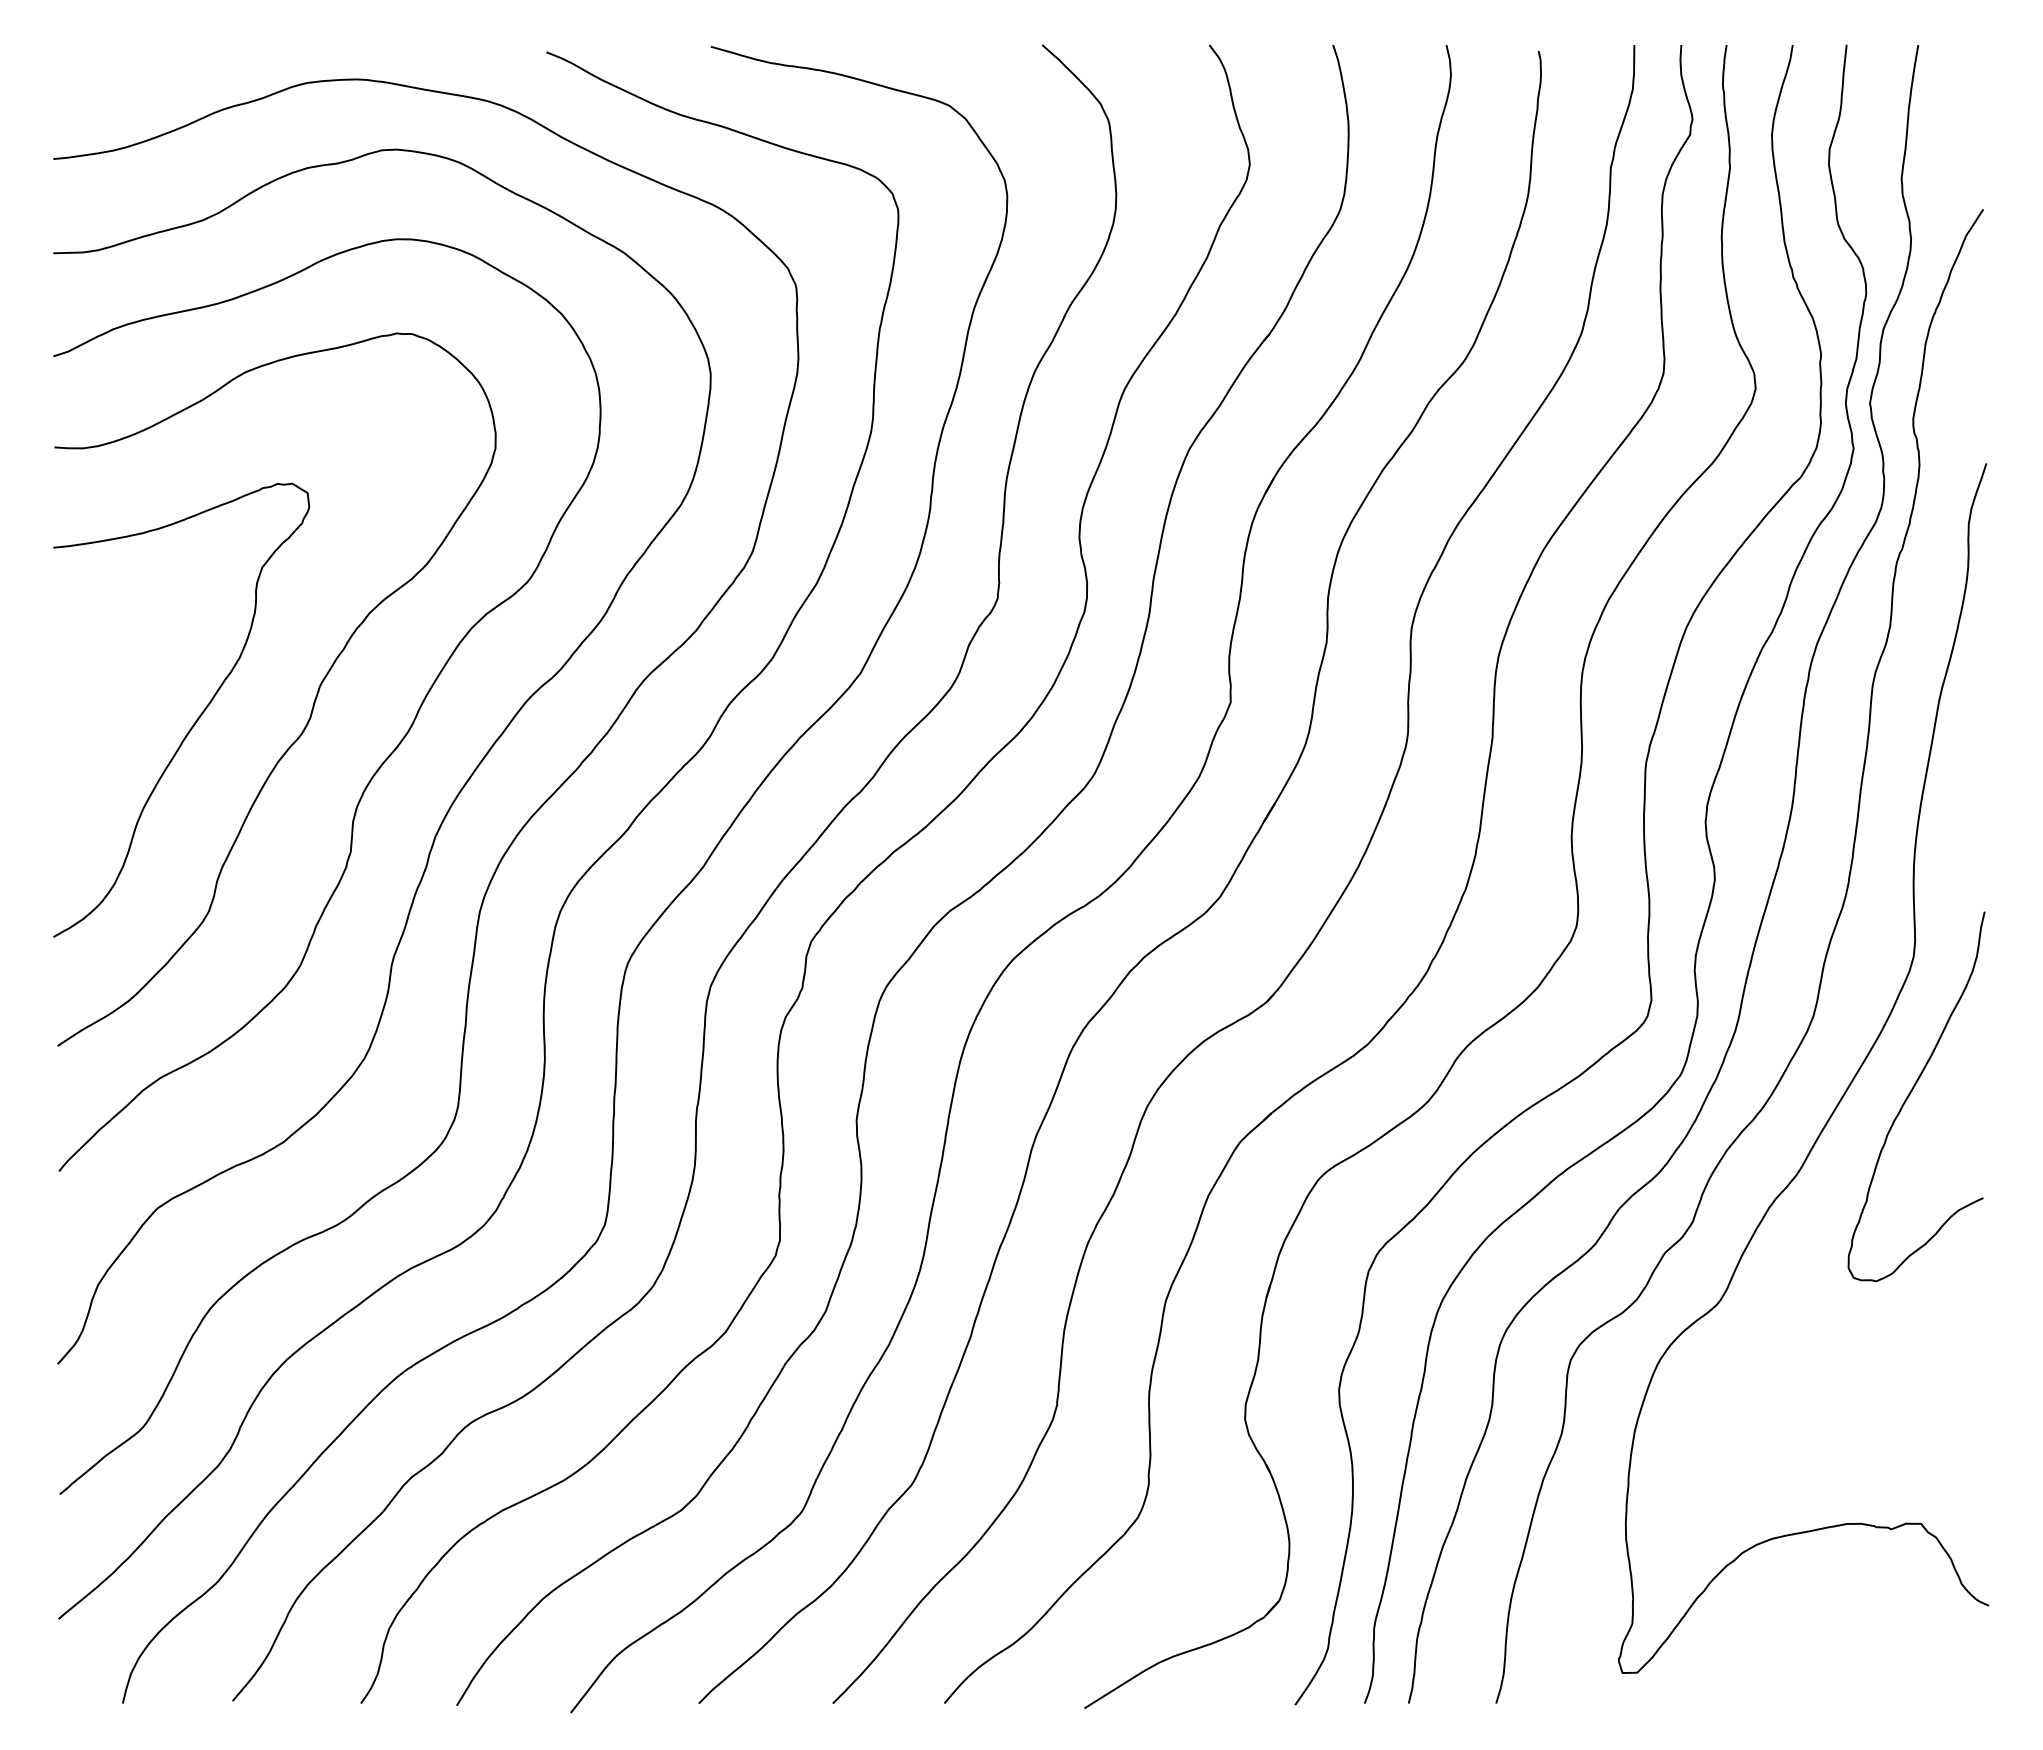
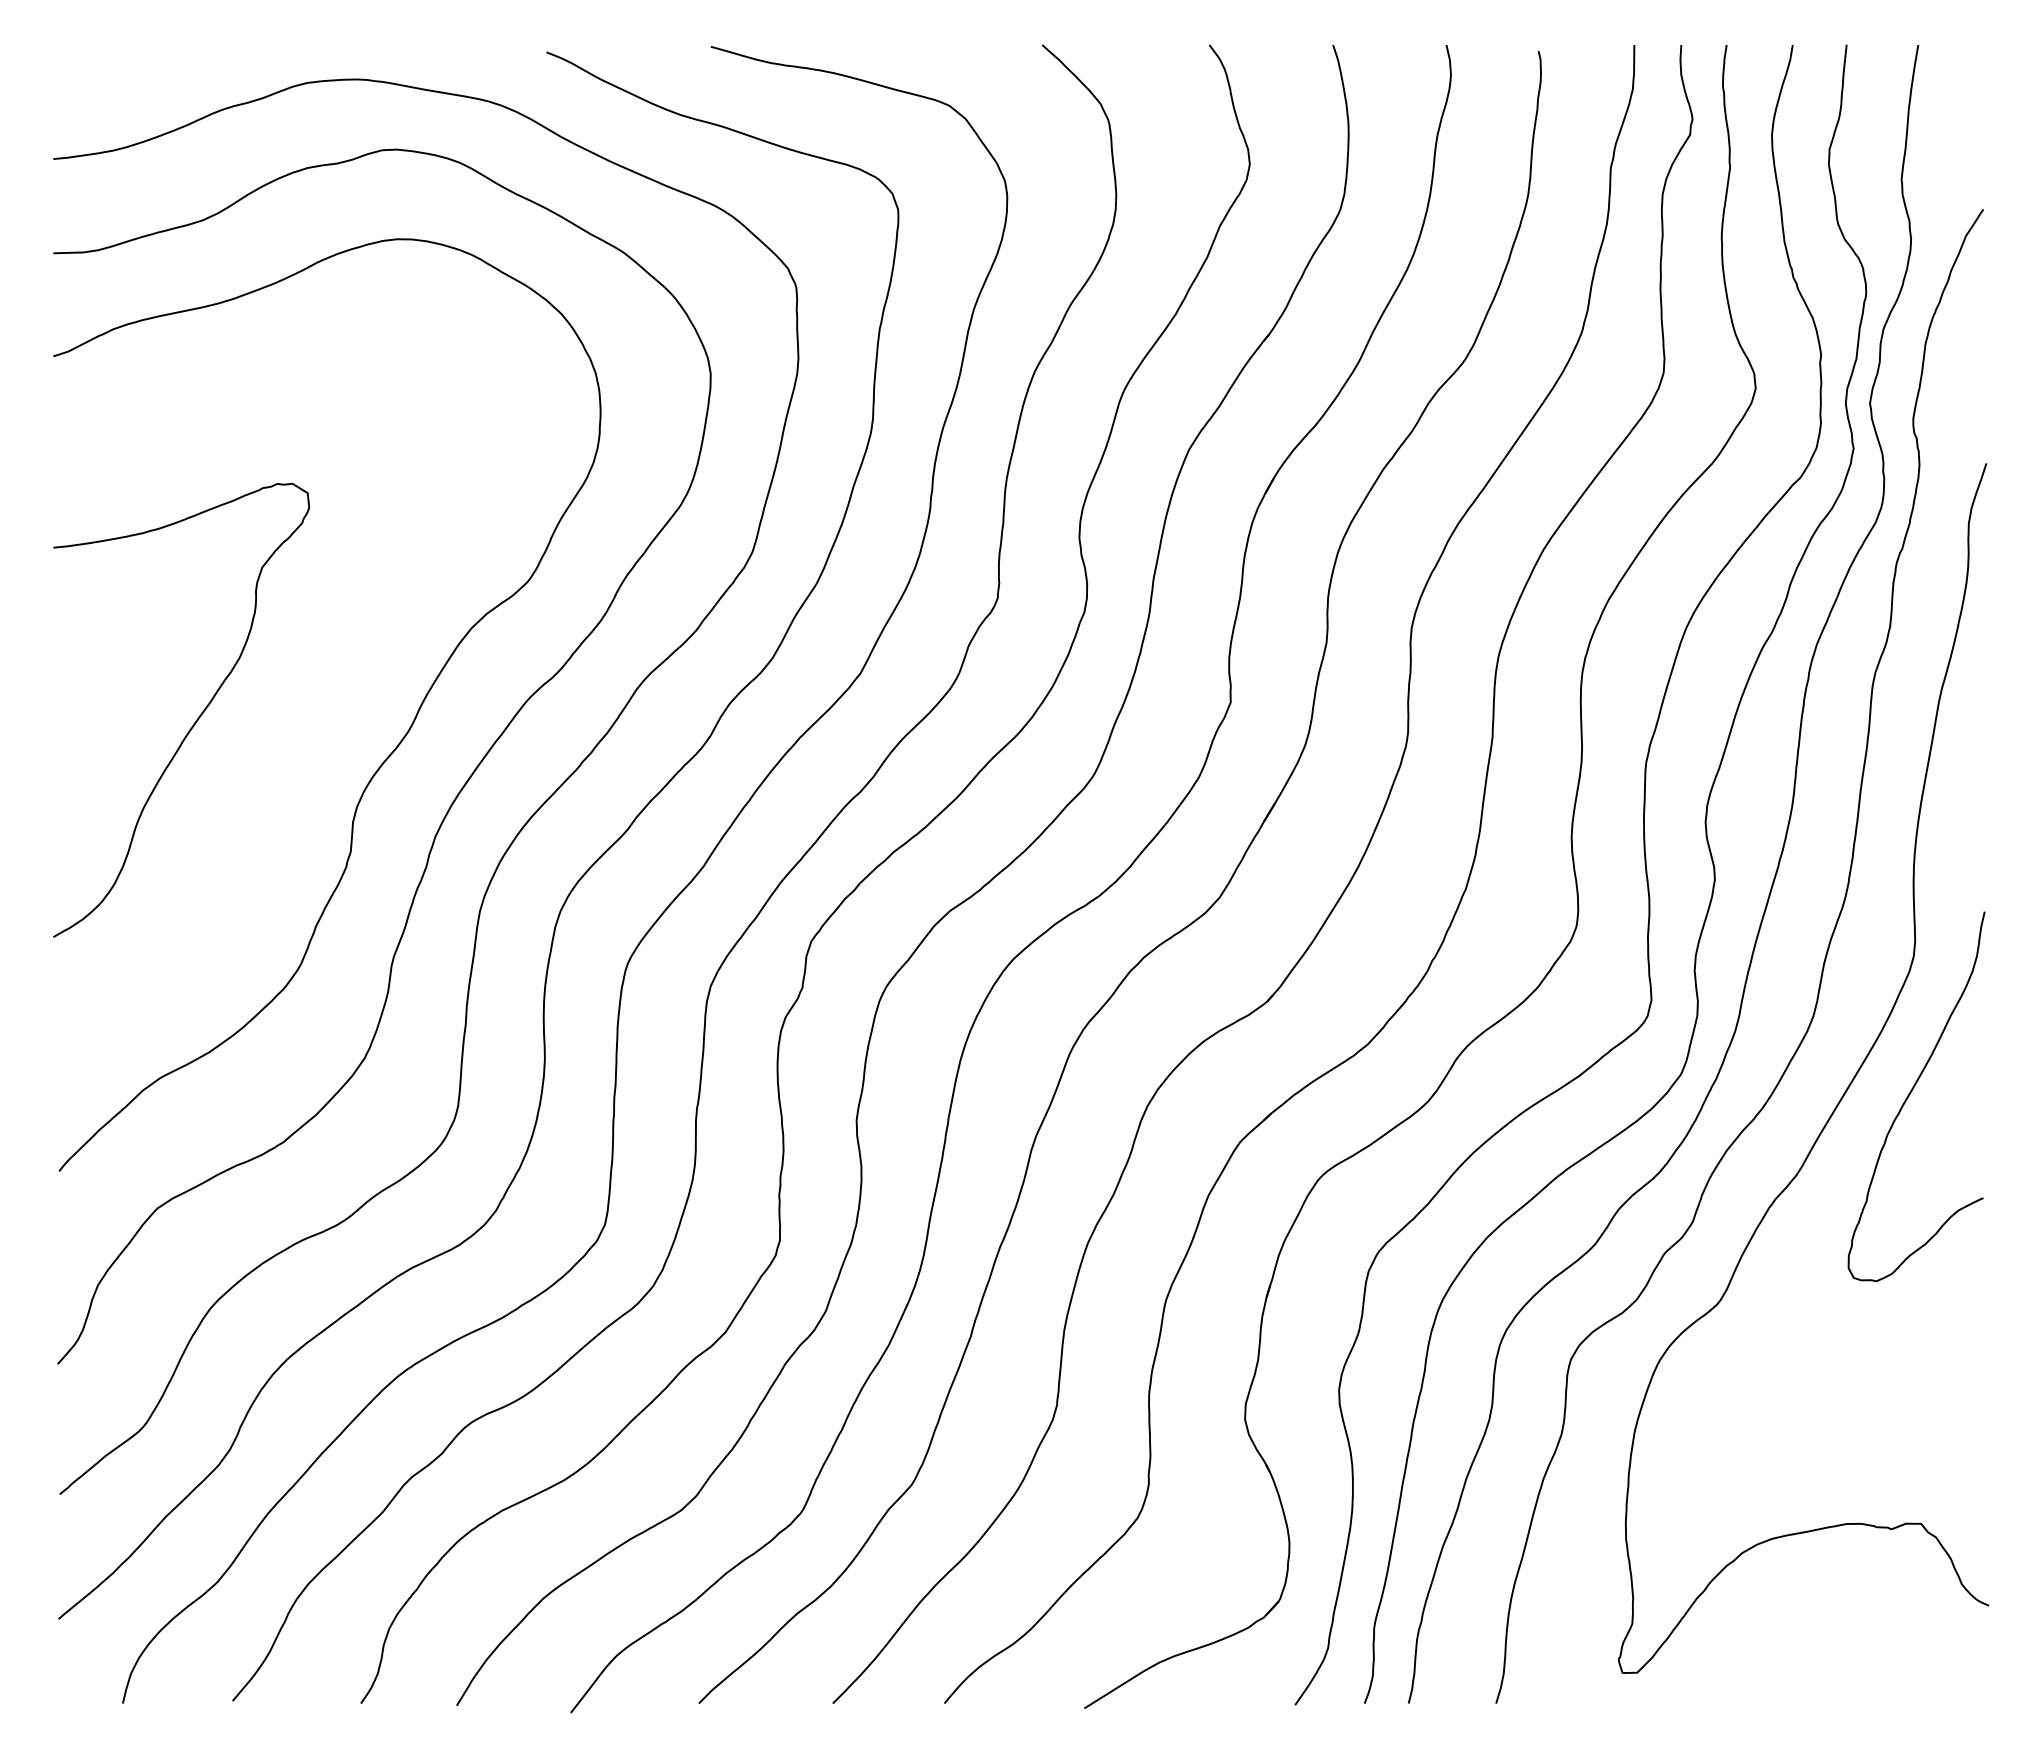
curve at (313, 702): present -> none
